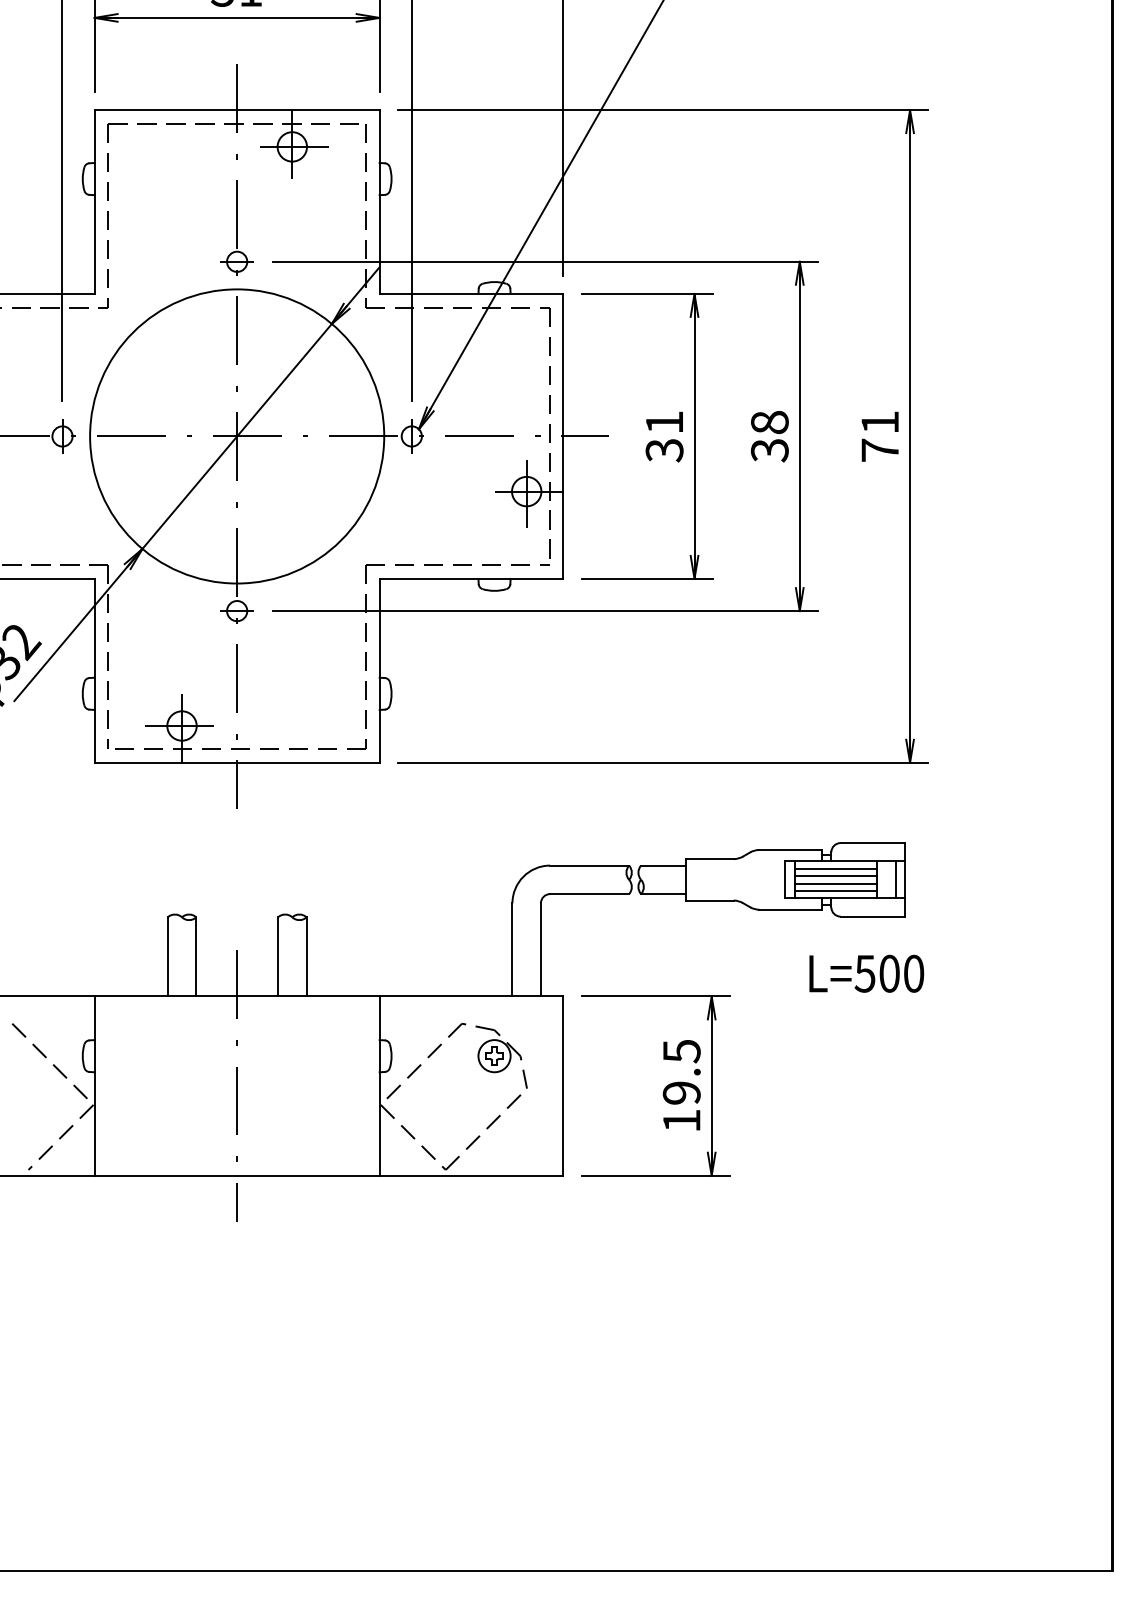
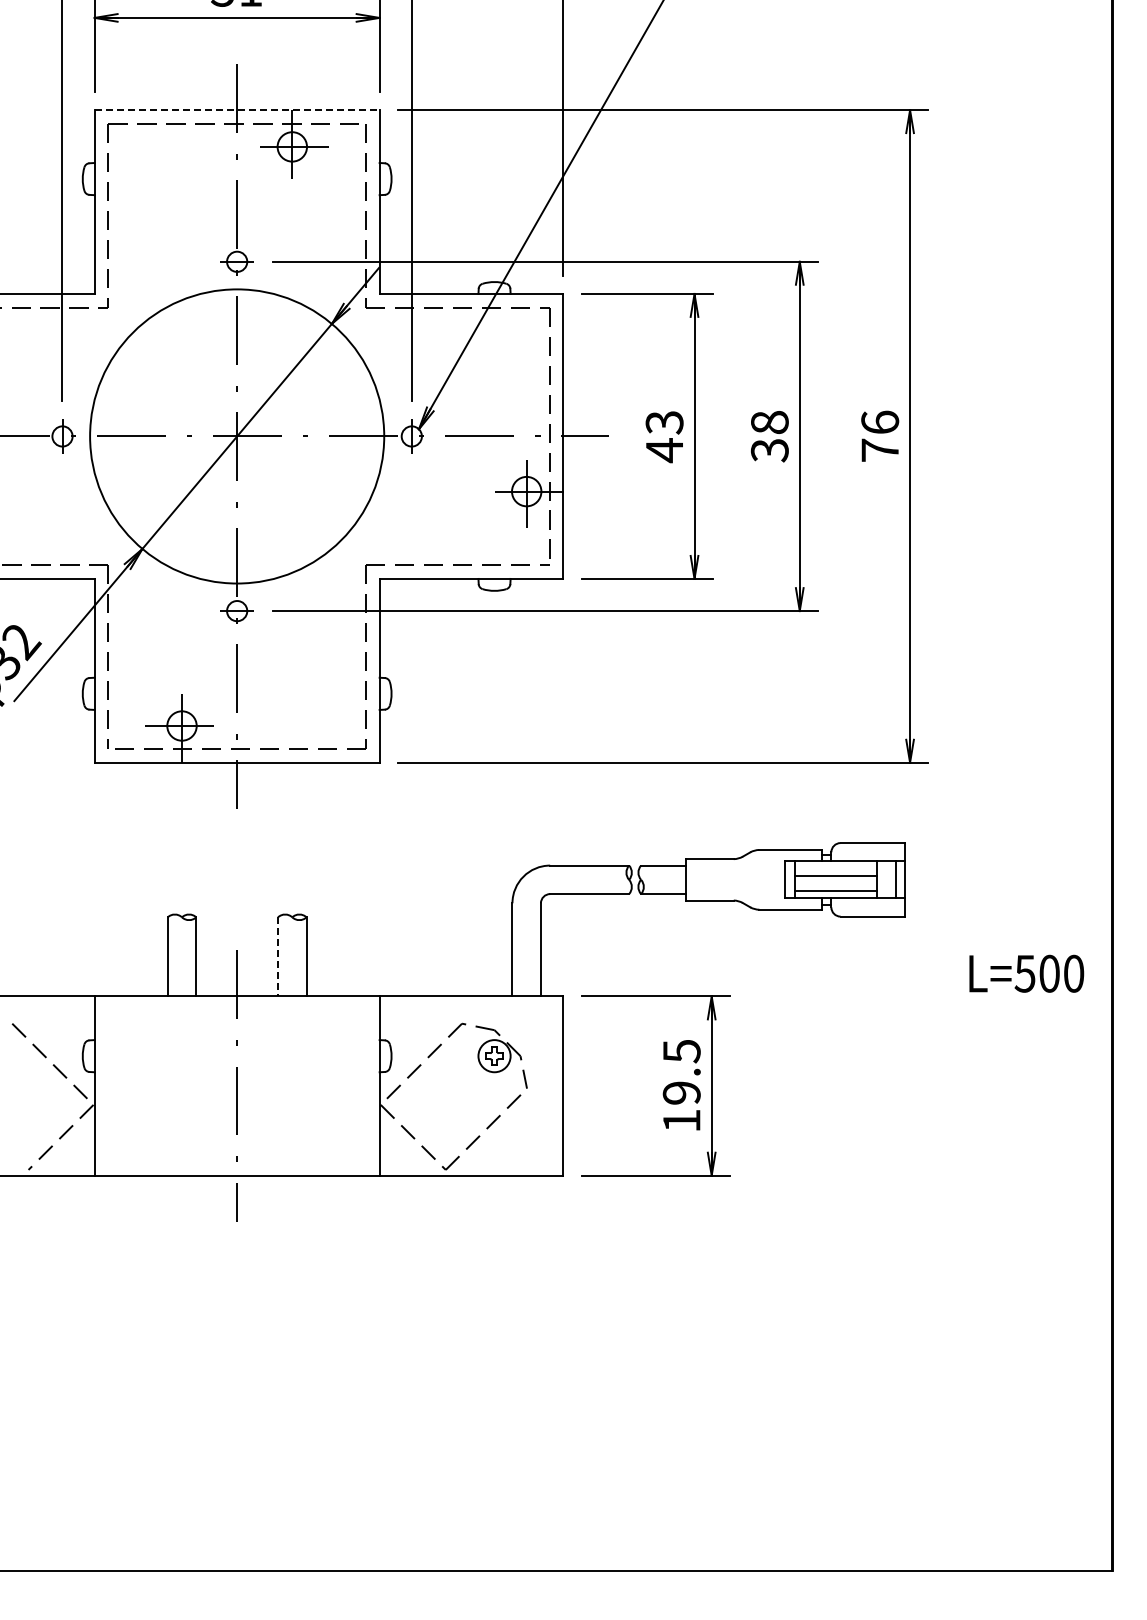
line at (237, 110): solid -> dashed
text at (880, 421): 71 -> 76
text at (664, 437): 31 -> 43
line at (835, 868): present -> none
line at (835, 883): present -> none
line at (278, 956): solid -> dashed
text at (866, 973) position: (866, 973) -> (1026, 973)
